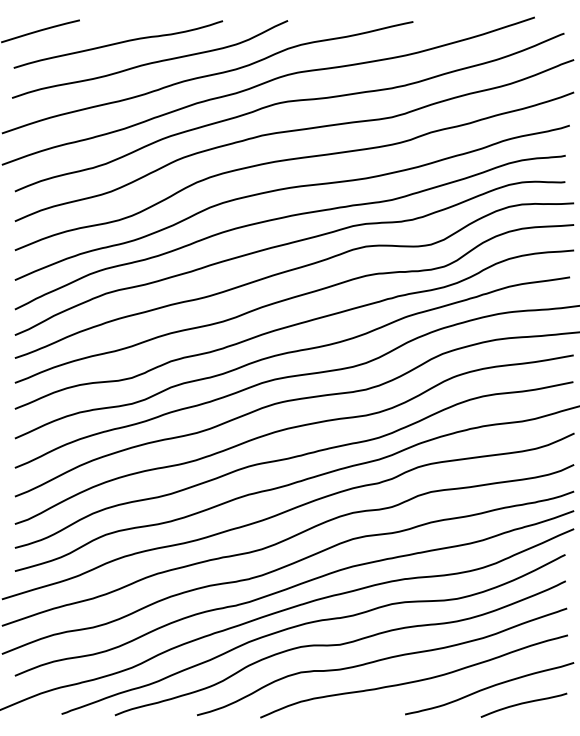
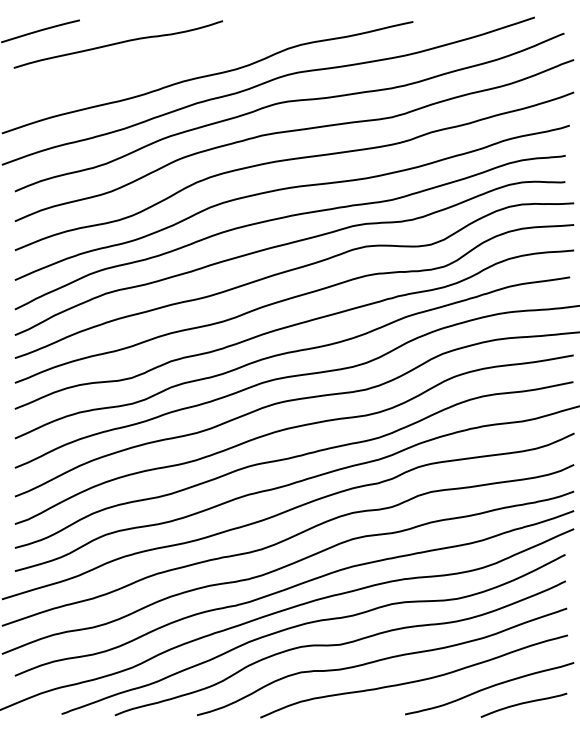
curve at (150, 62): present -> none
